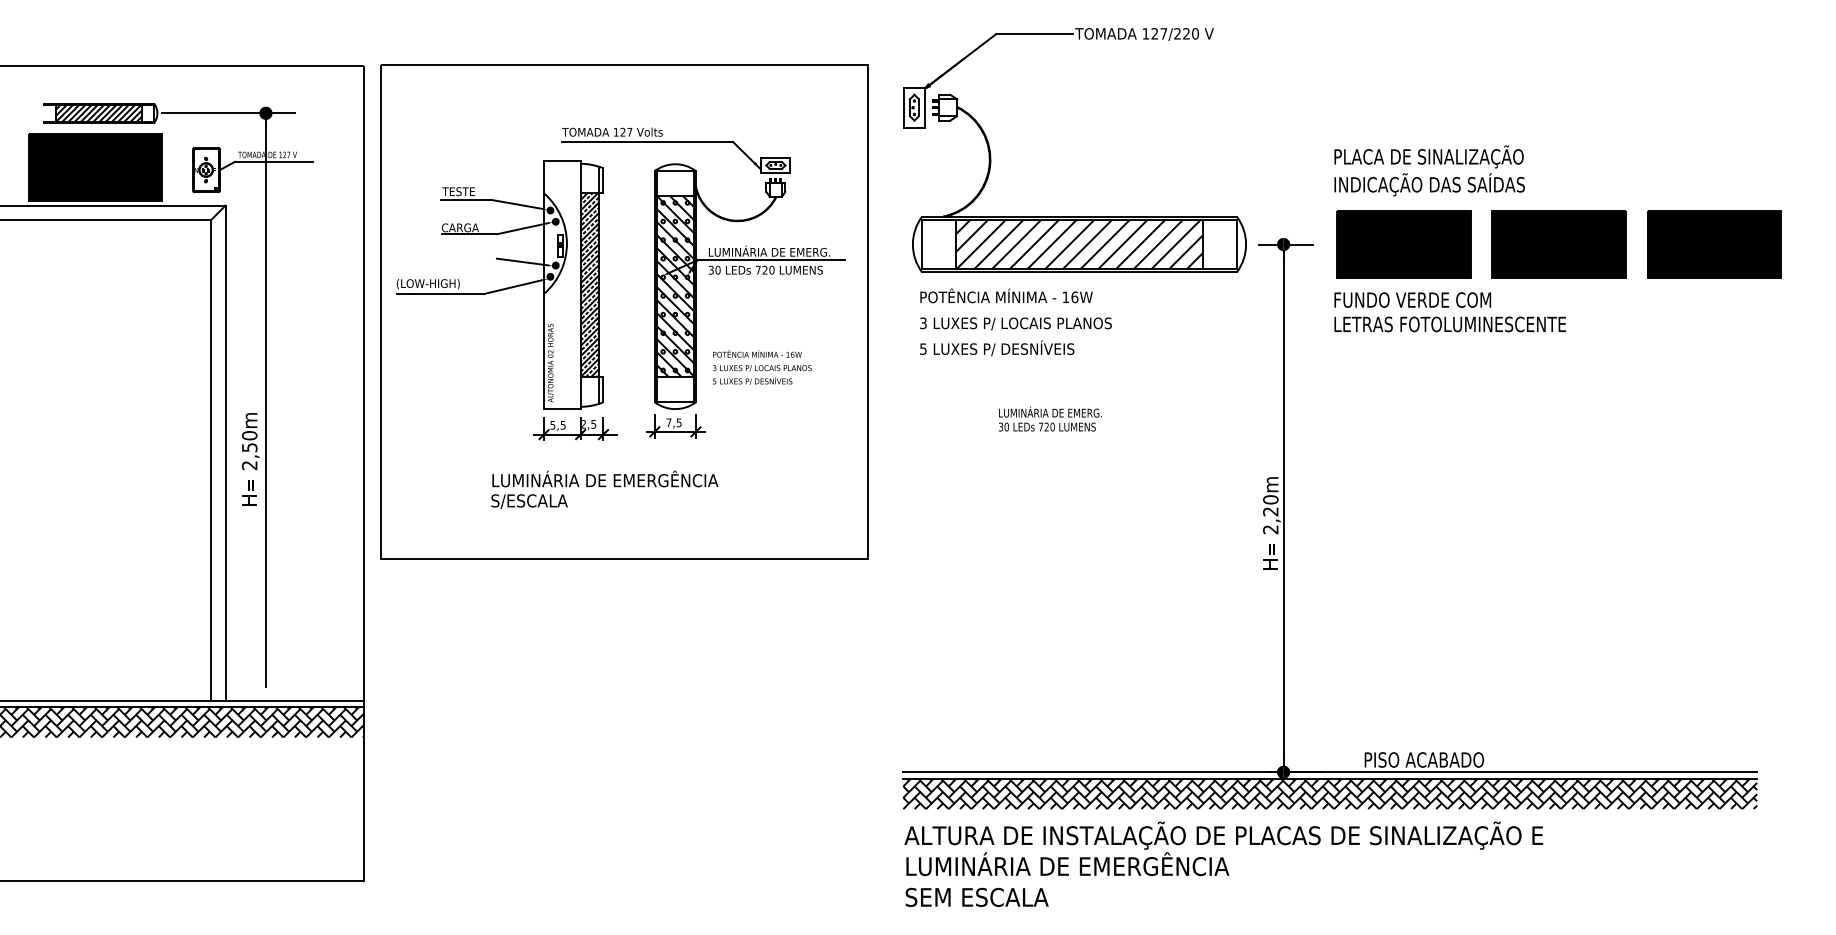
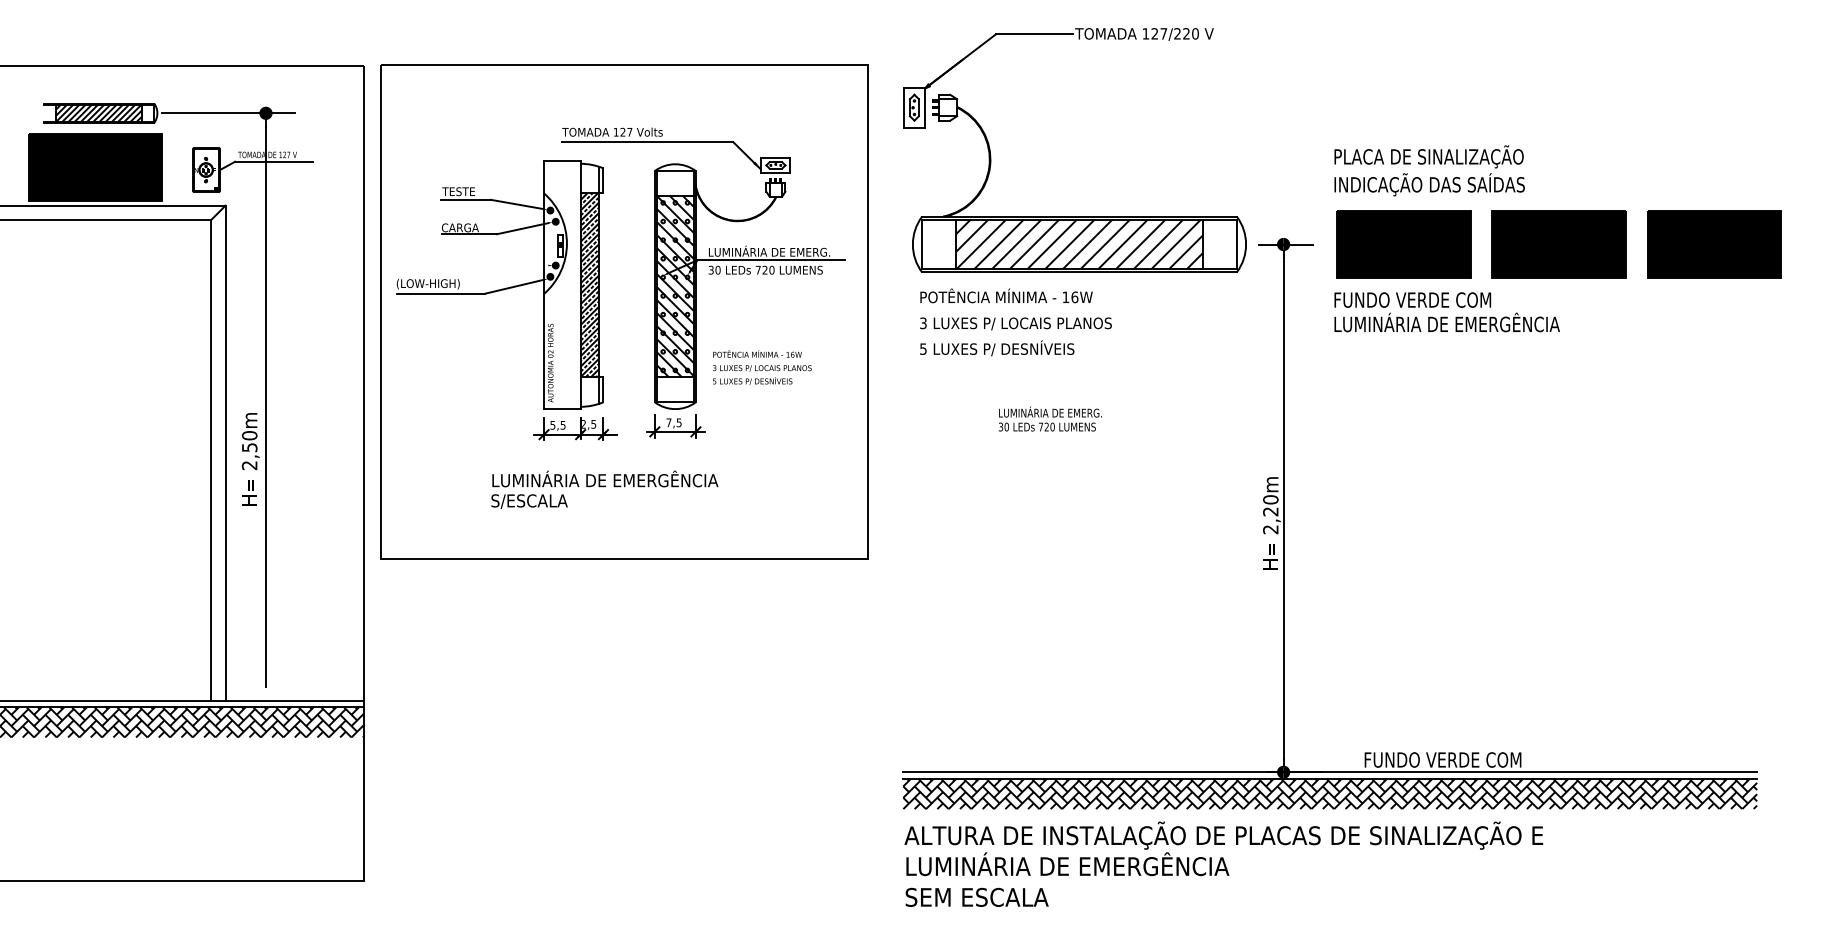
line at (522, 261): present -> none
text at (1454, 322): LETRAS FOTOLUMINESCENTE -> LUMINÁRIA DE EMERGÊNCIA
text at (1443, 759): PISO ACABADO -> FUNDO VERDE COM
